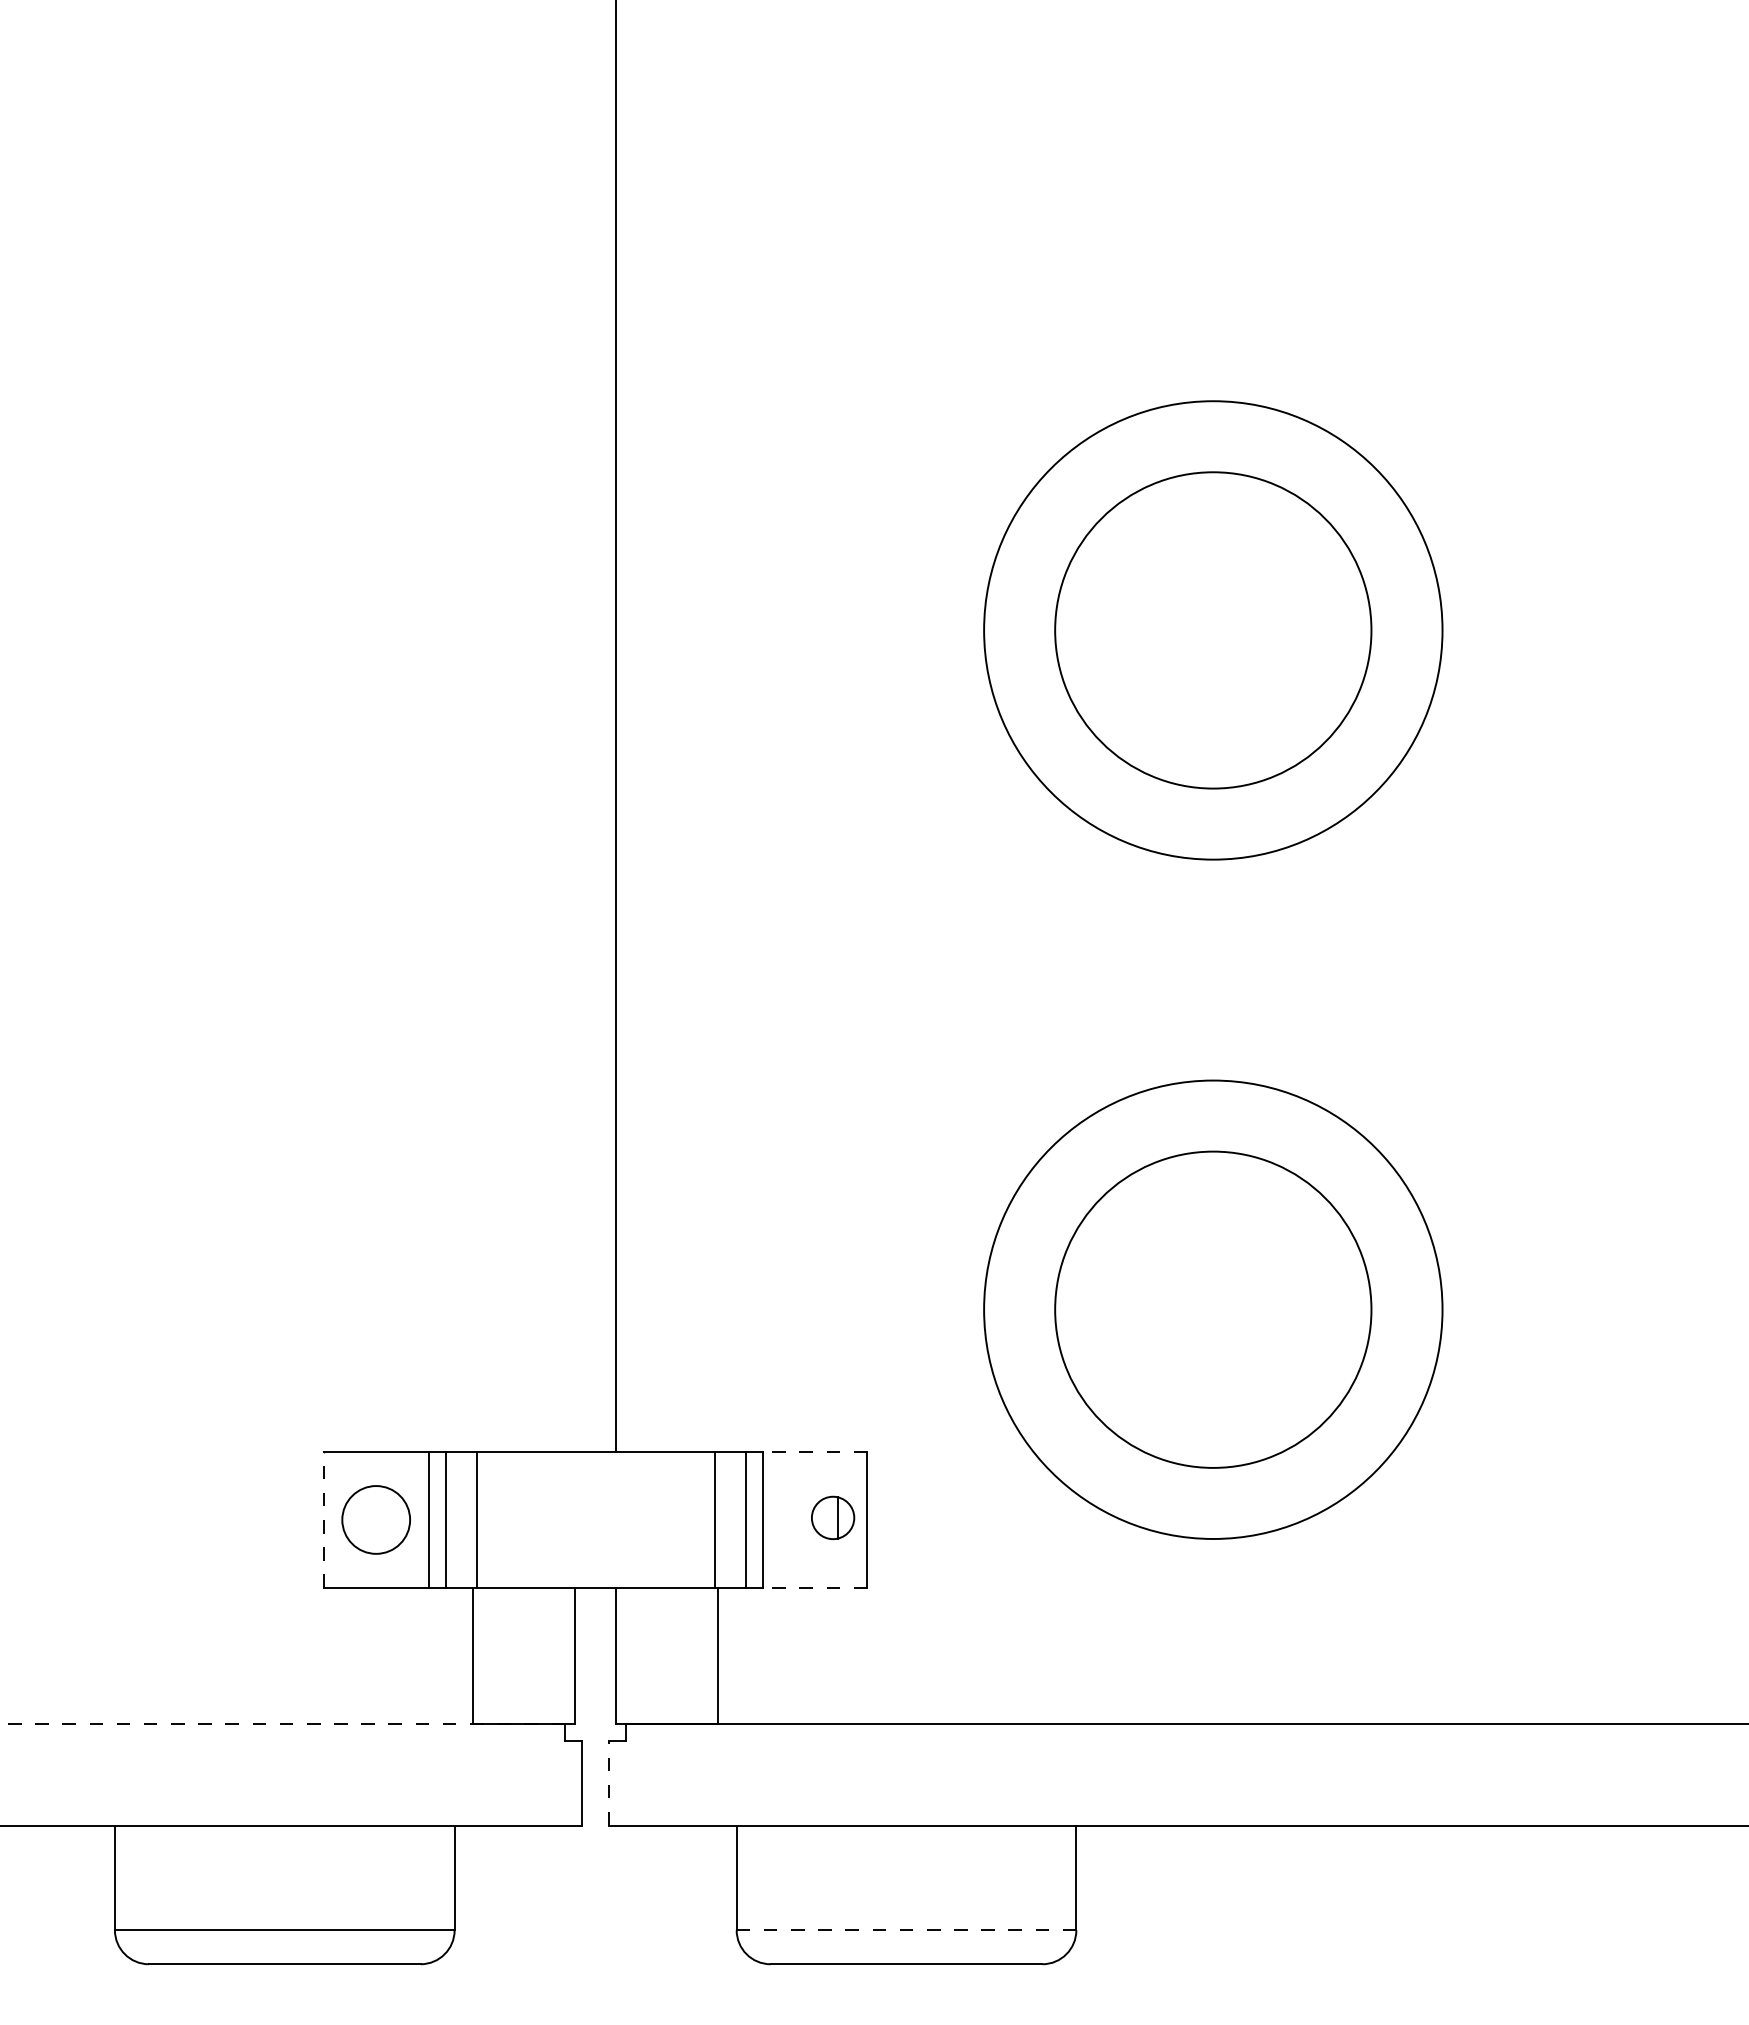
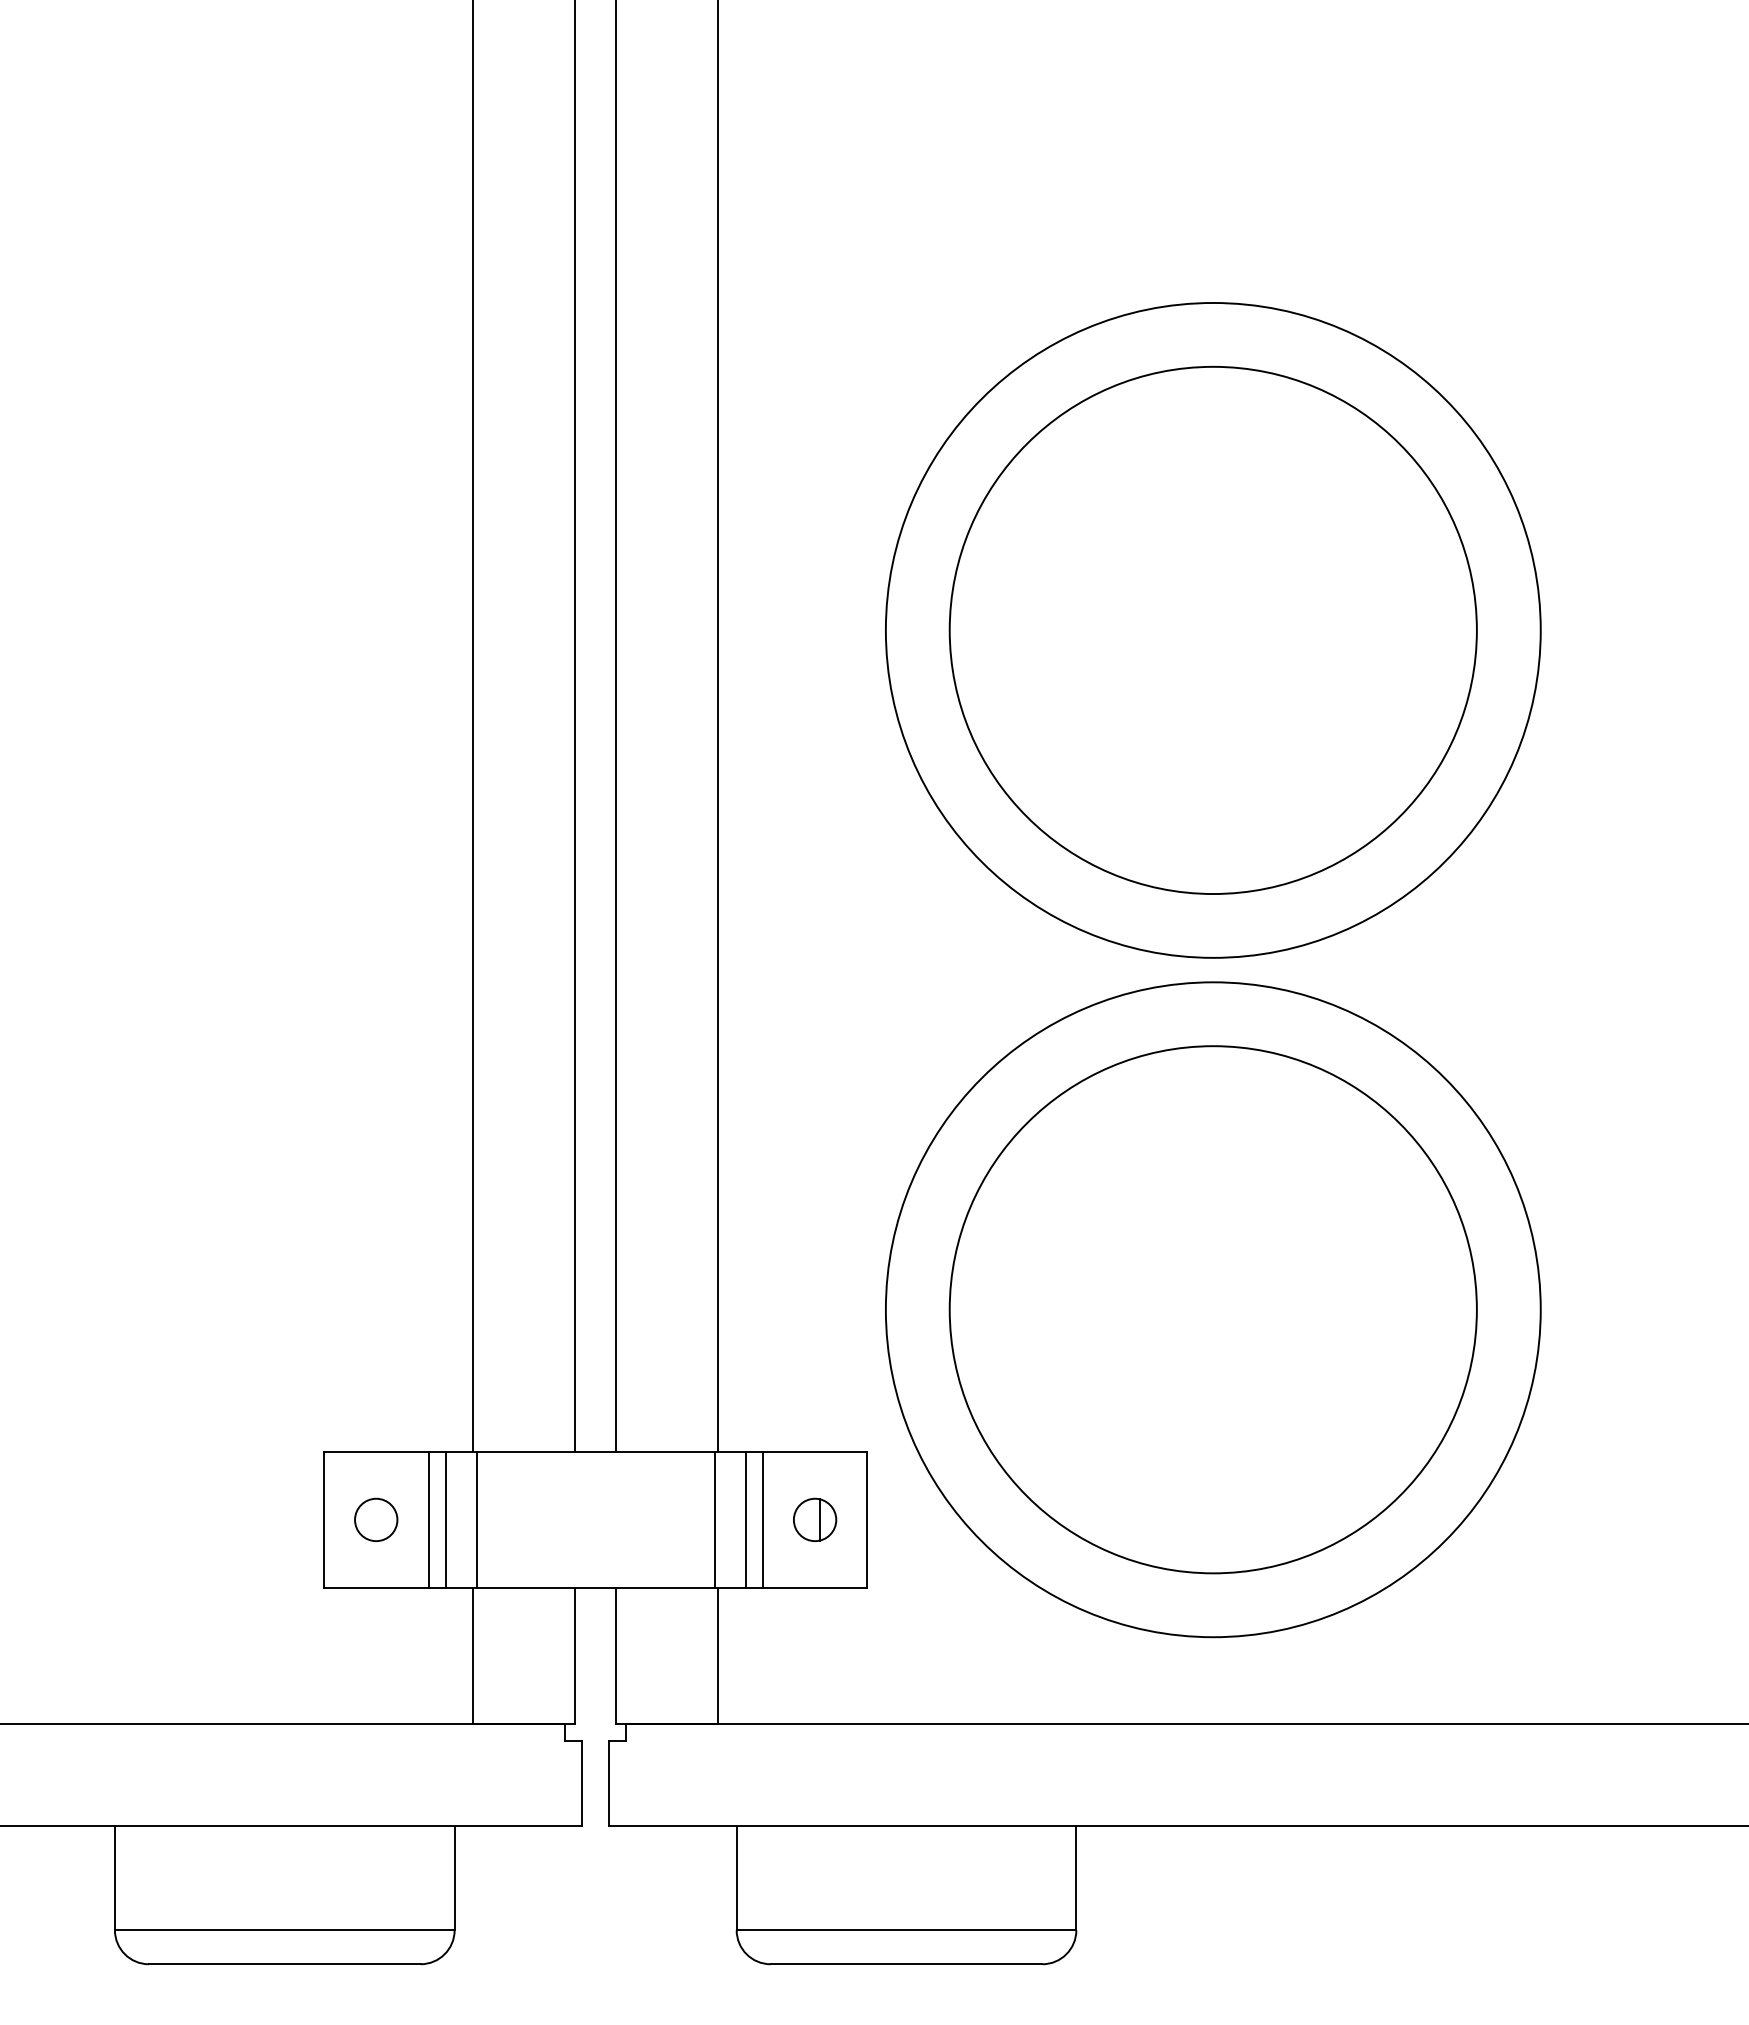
circle at (1213, 630) diameter: 316 px -> 527 px
circle at (1213, 630) diameter: 458 px -> 655 px
line at (473, 727): none -> present
line at (575, 727): none -> present
line at (717, 727): none -> present
circle at (1213, 1309) diameter: 316 px -> 527 px
circle at (1213, 1309) diameter: 458 px -> 655 px
line at (814, 1452): dashed -> solid
part at (833, 1517) position: (833, 1517) -> (815, 1519)
line at (323, 1519): dashed -> solid
circle at (376, 1519) diameter: 68 px -> 42 px
line at (814, 1587): dashed -> solid
line at (283, 1723): dashed -> solid
line at (609, 1782): dashed -> solid
line at (906, 1930): dashed -> solid
